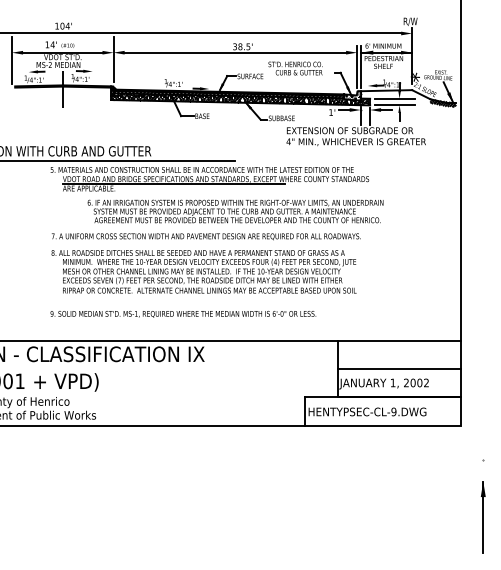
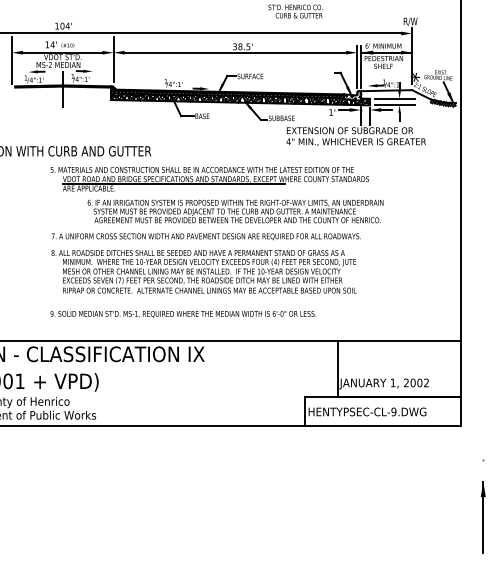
text at (295, 68) position: (295, 68) -> (295, 11)
line at (118, 161): present -> none
line at (398, 368): present -> none
